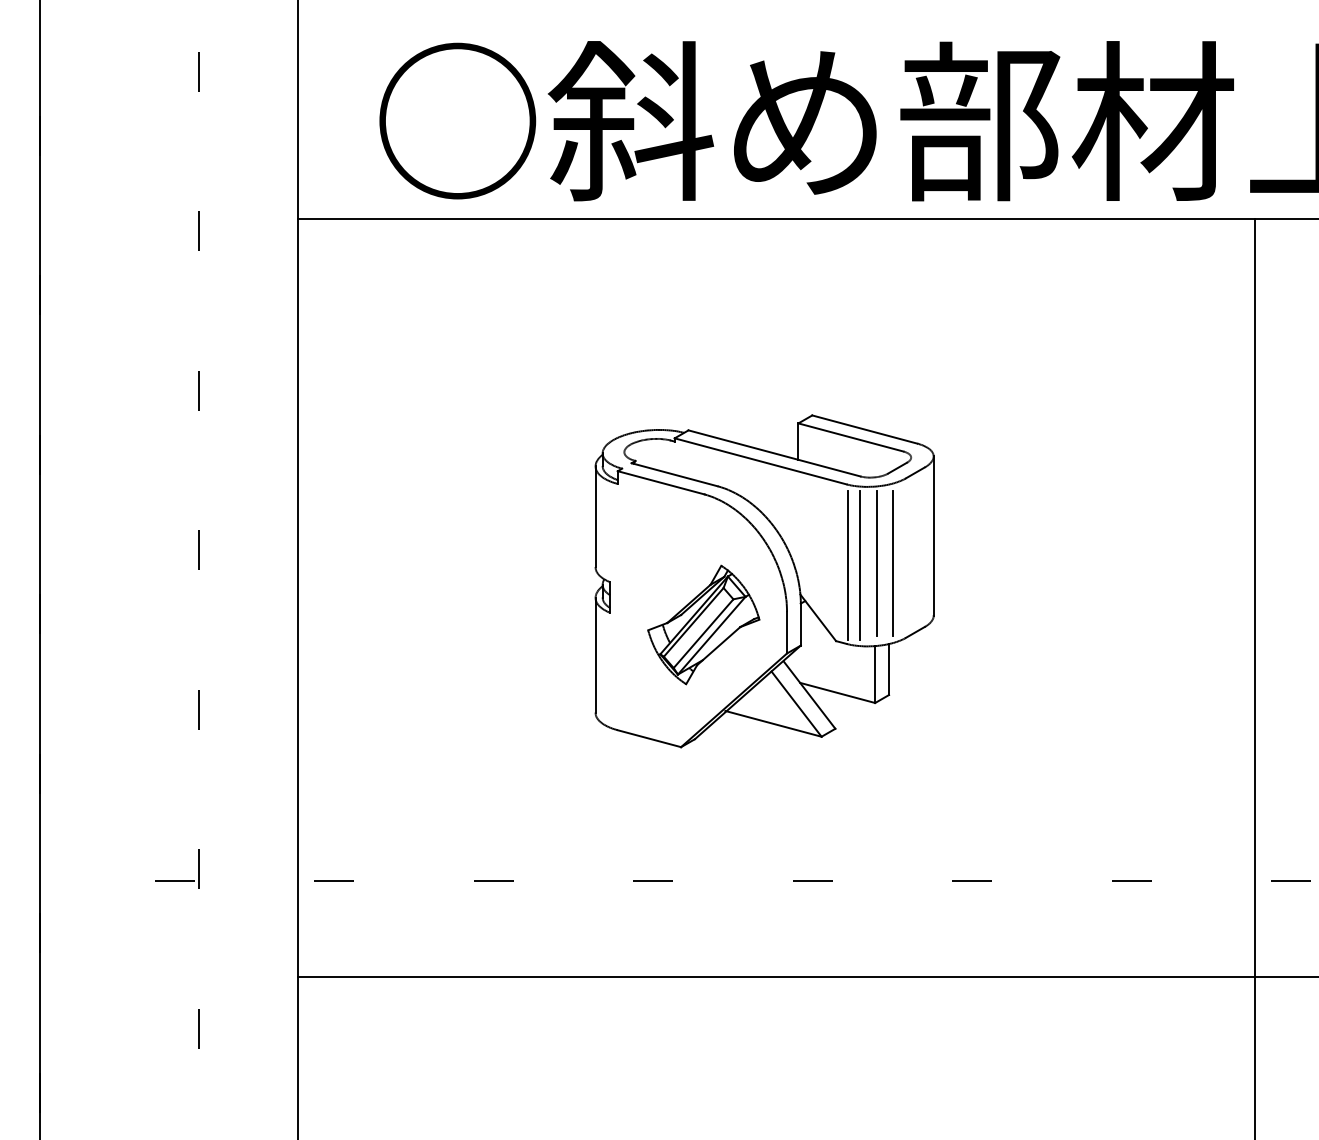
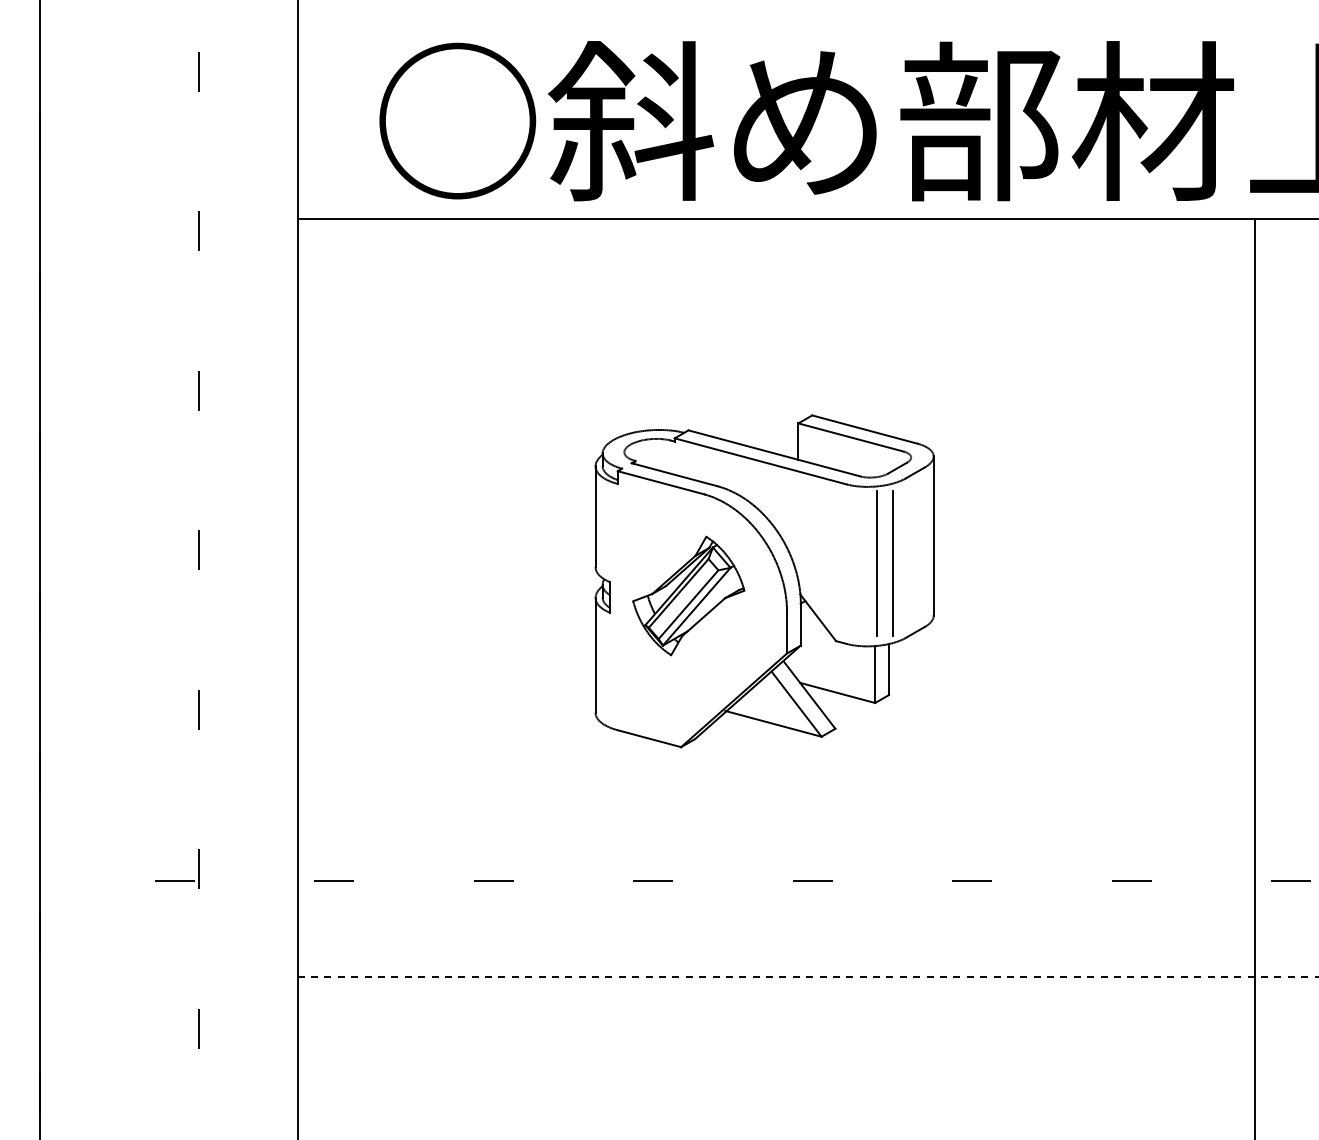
line at (848, 565): present -> none
line at (859, 565): present -> none
part at (703, 624) position: (703, 624) -> (688, 595)
line at (808, 976): solid -> dashed
